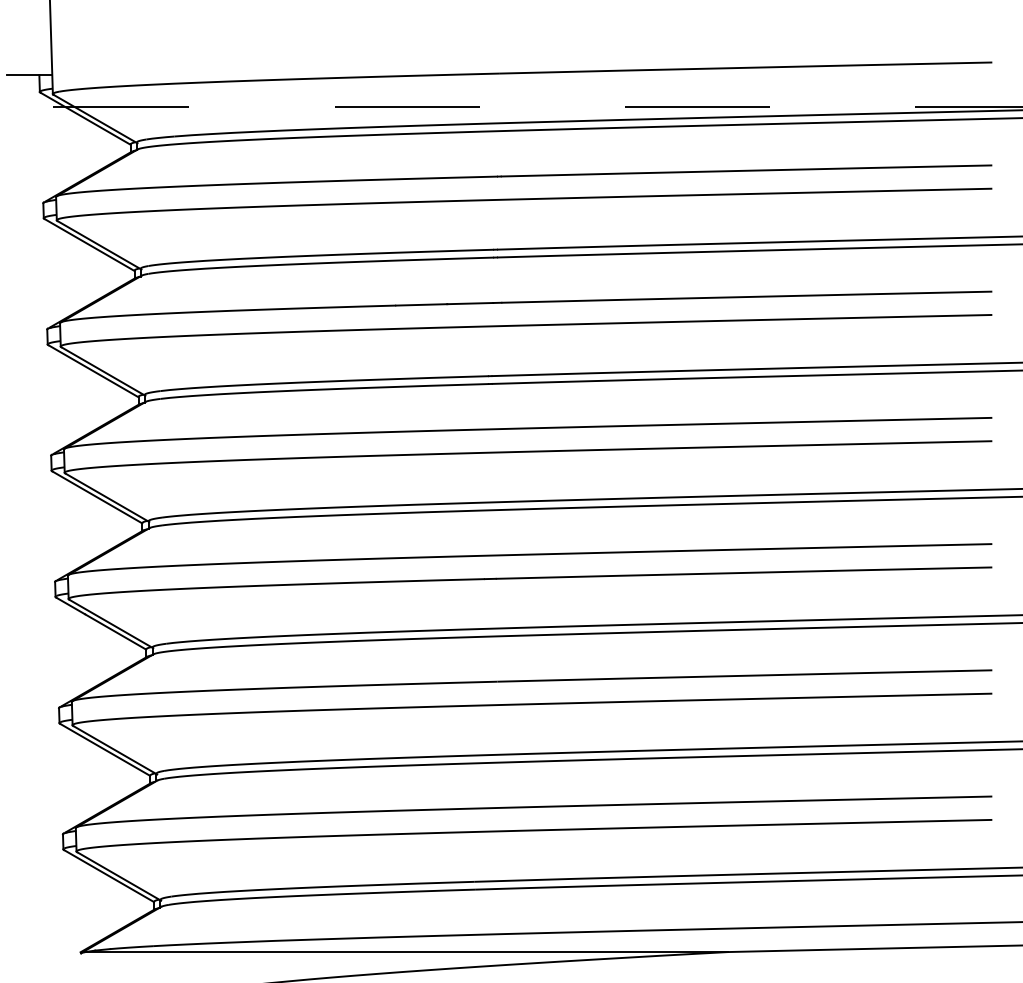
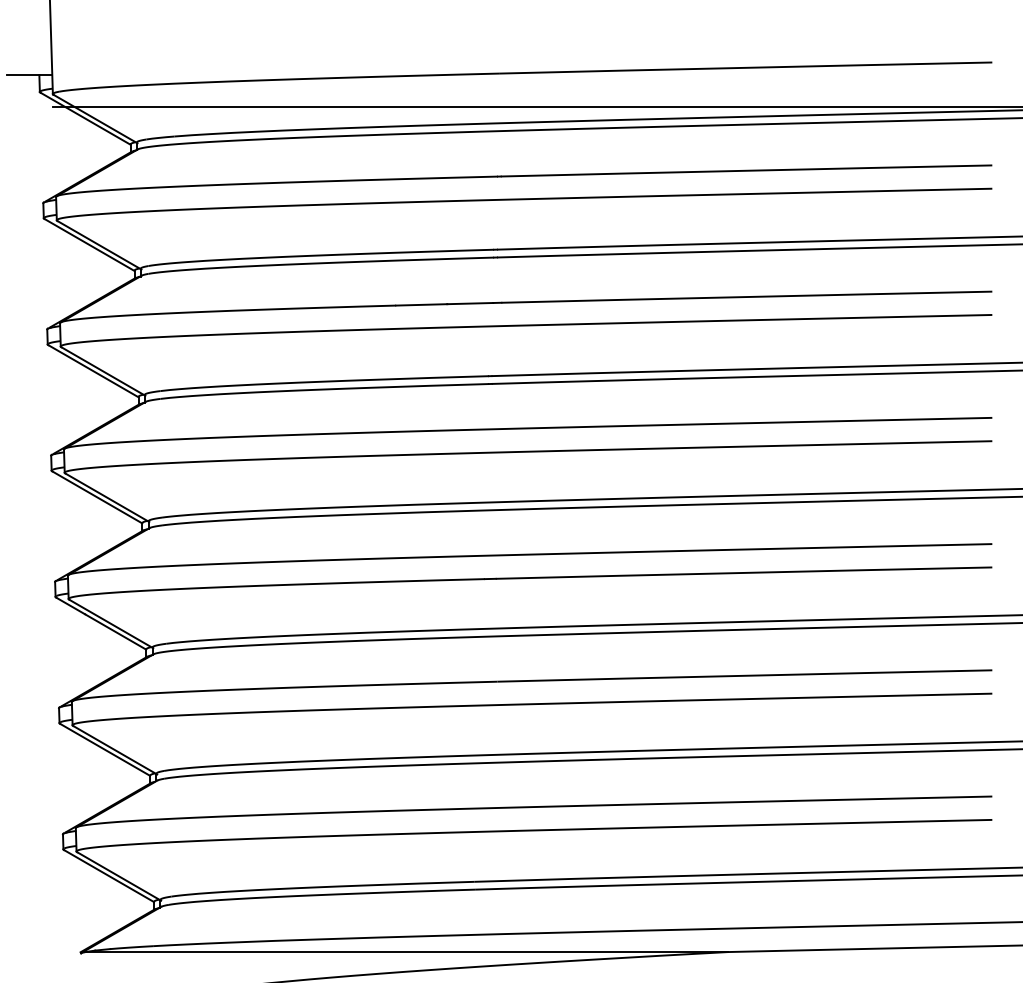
line at (538, 106): dashed -> solid
